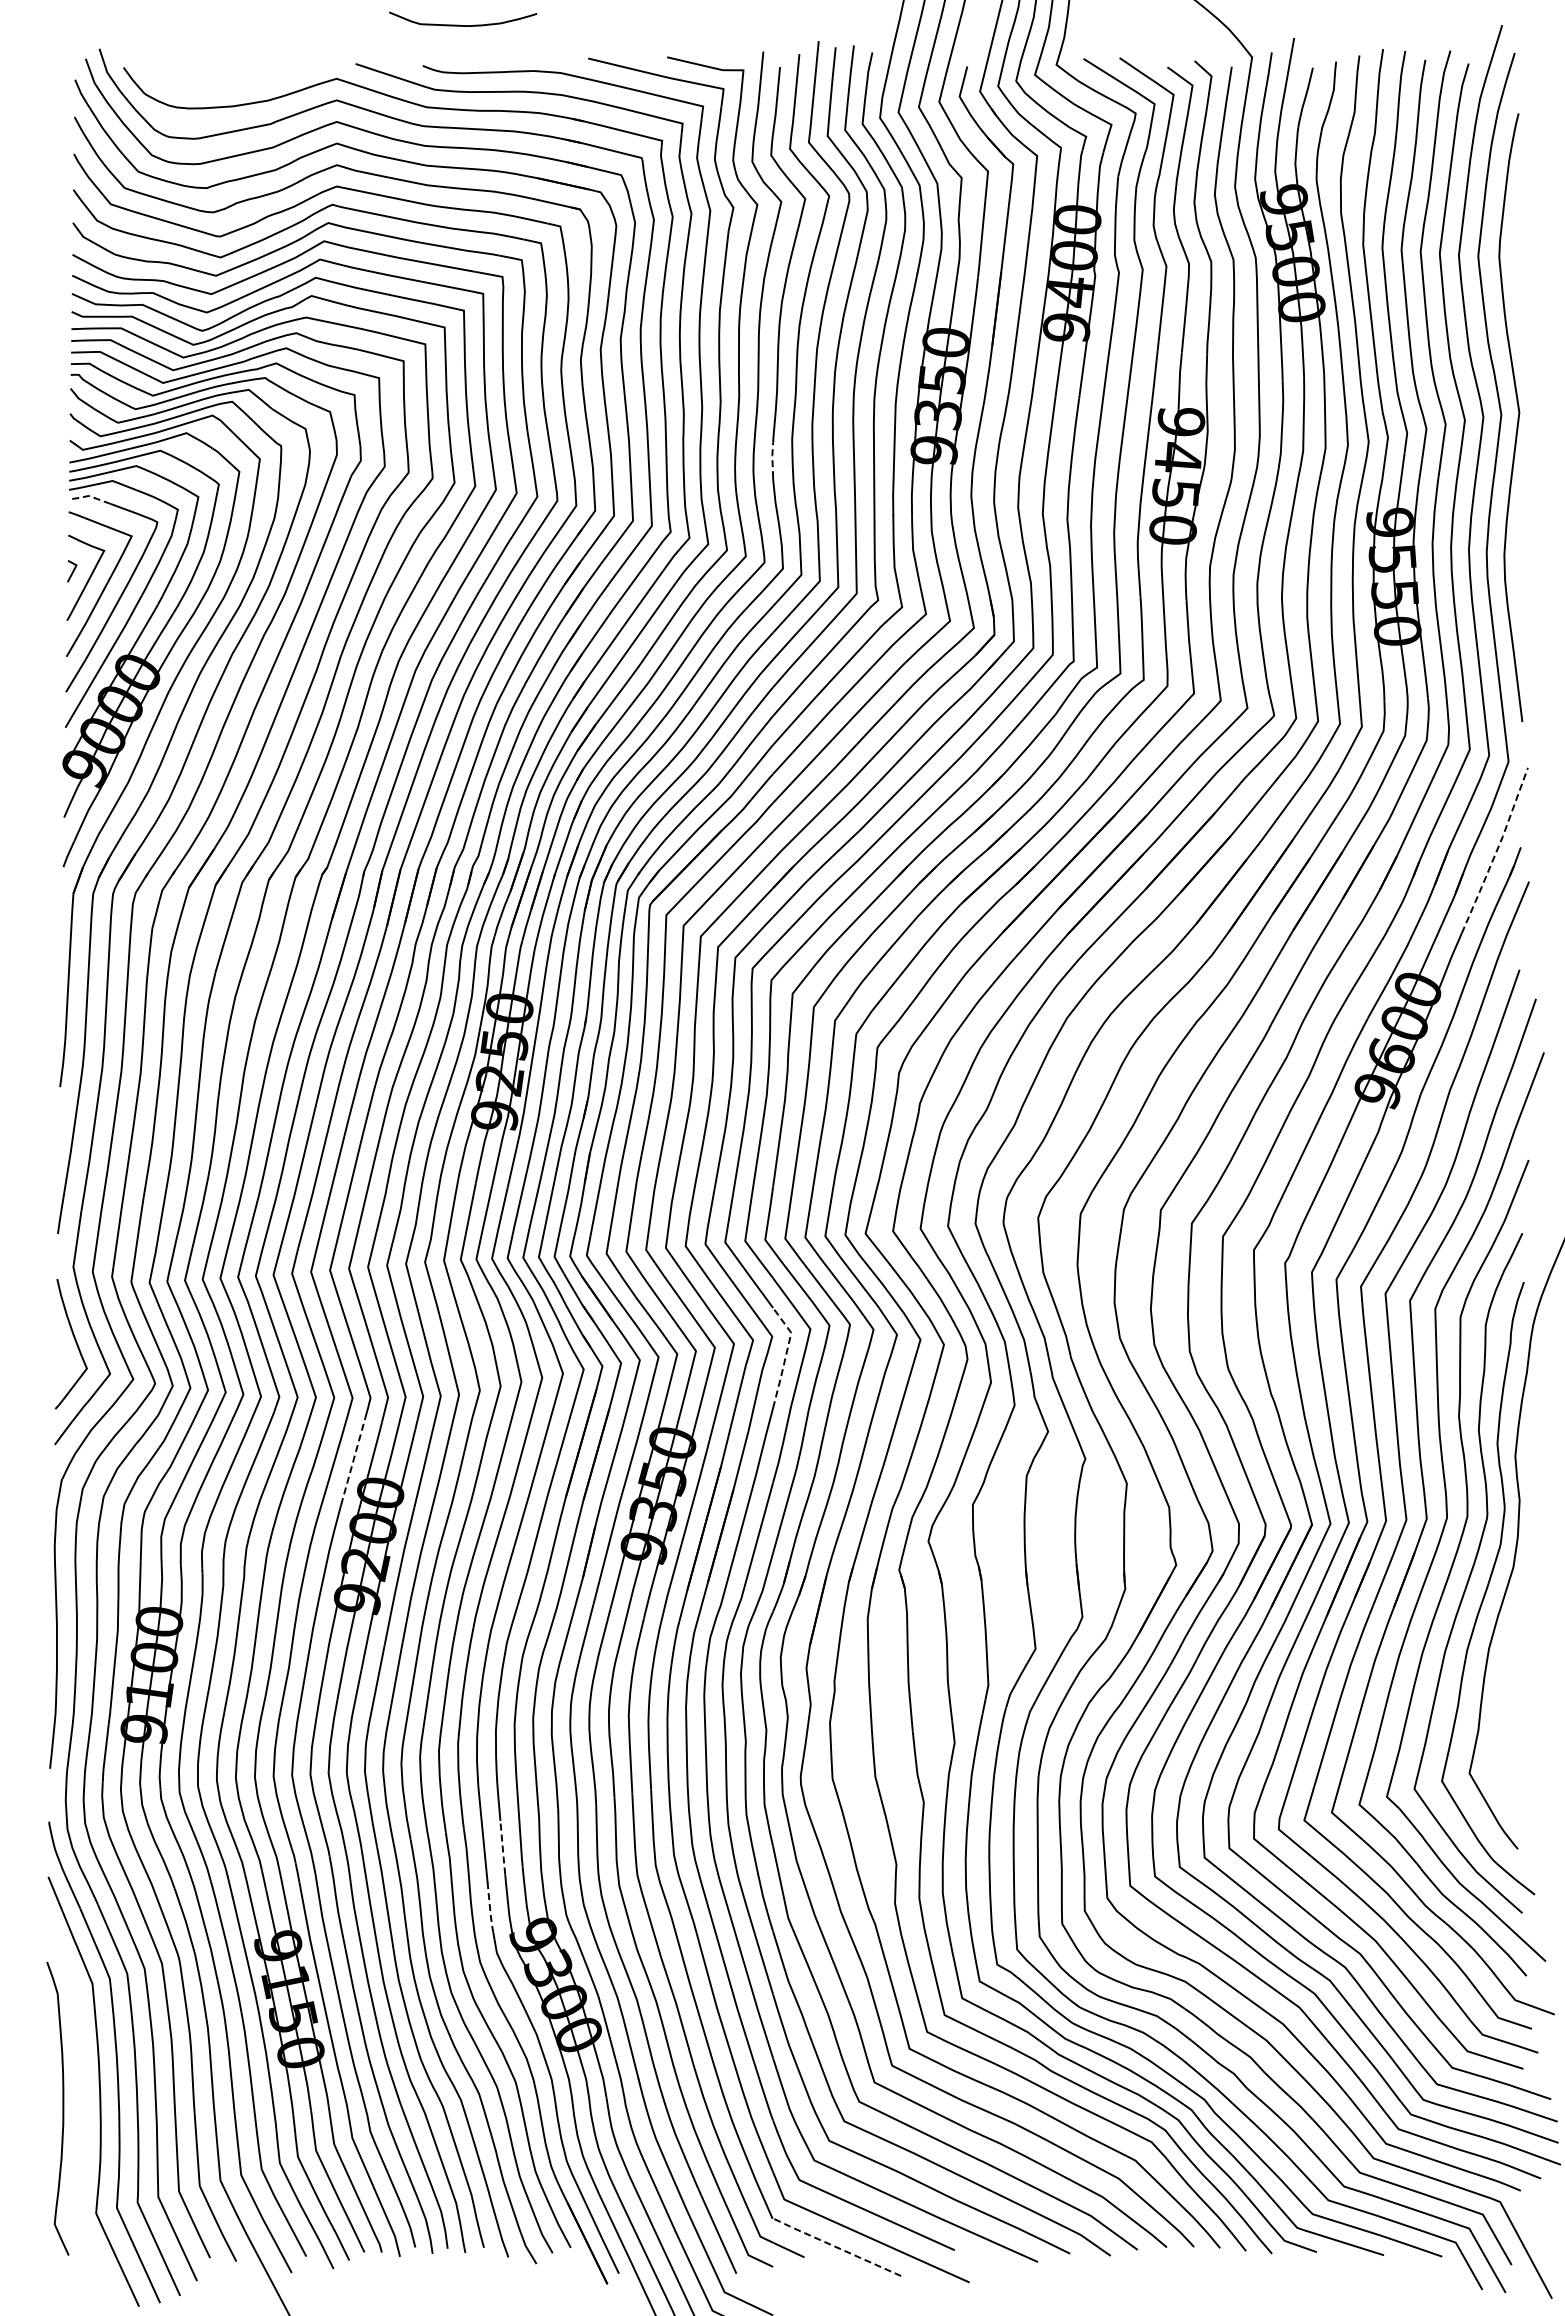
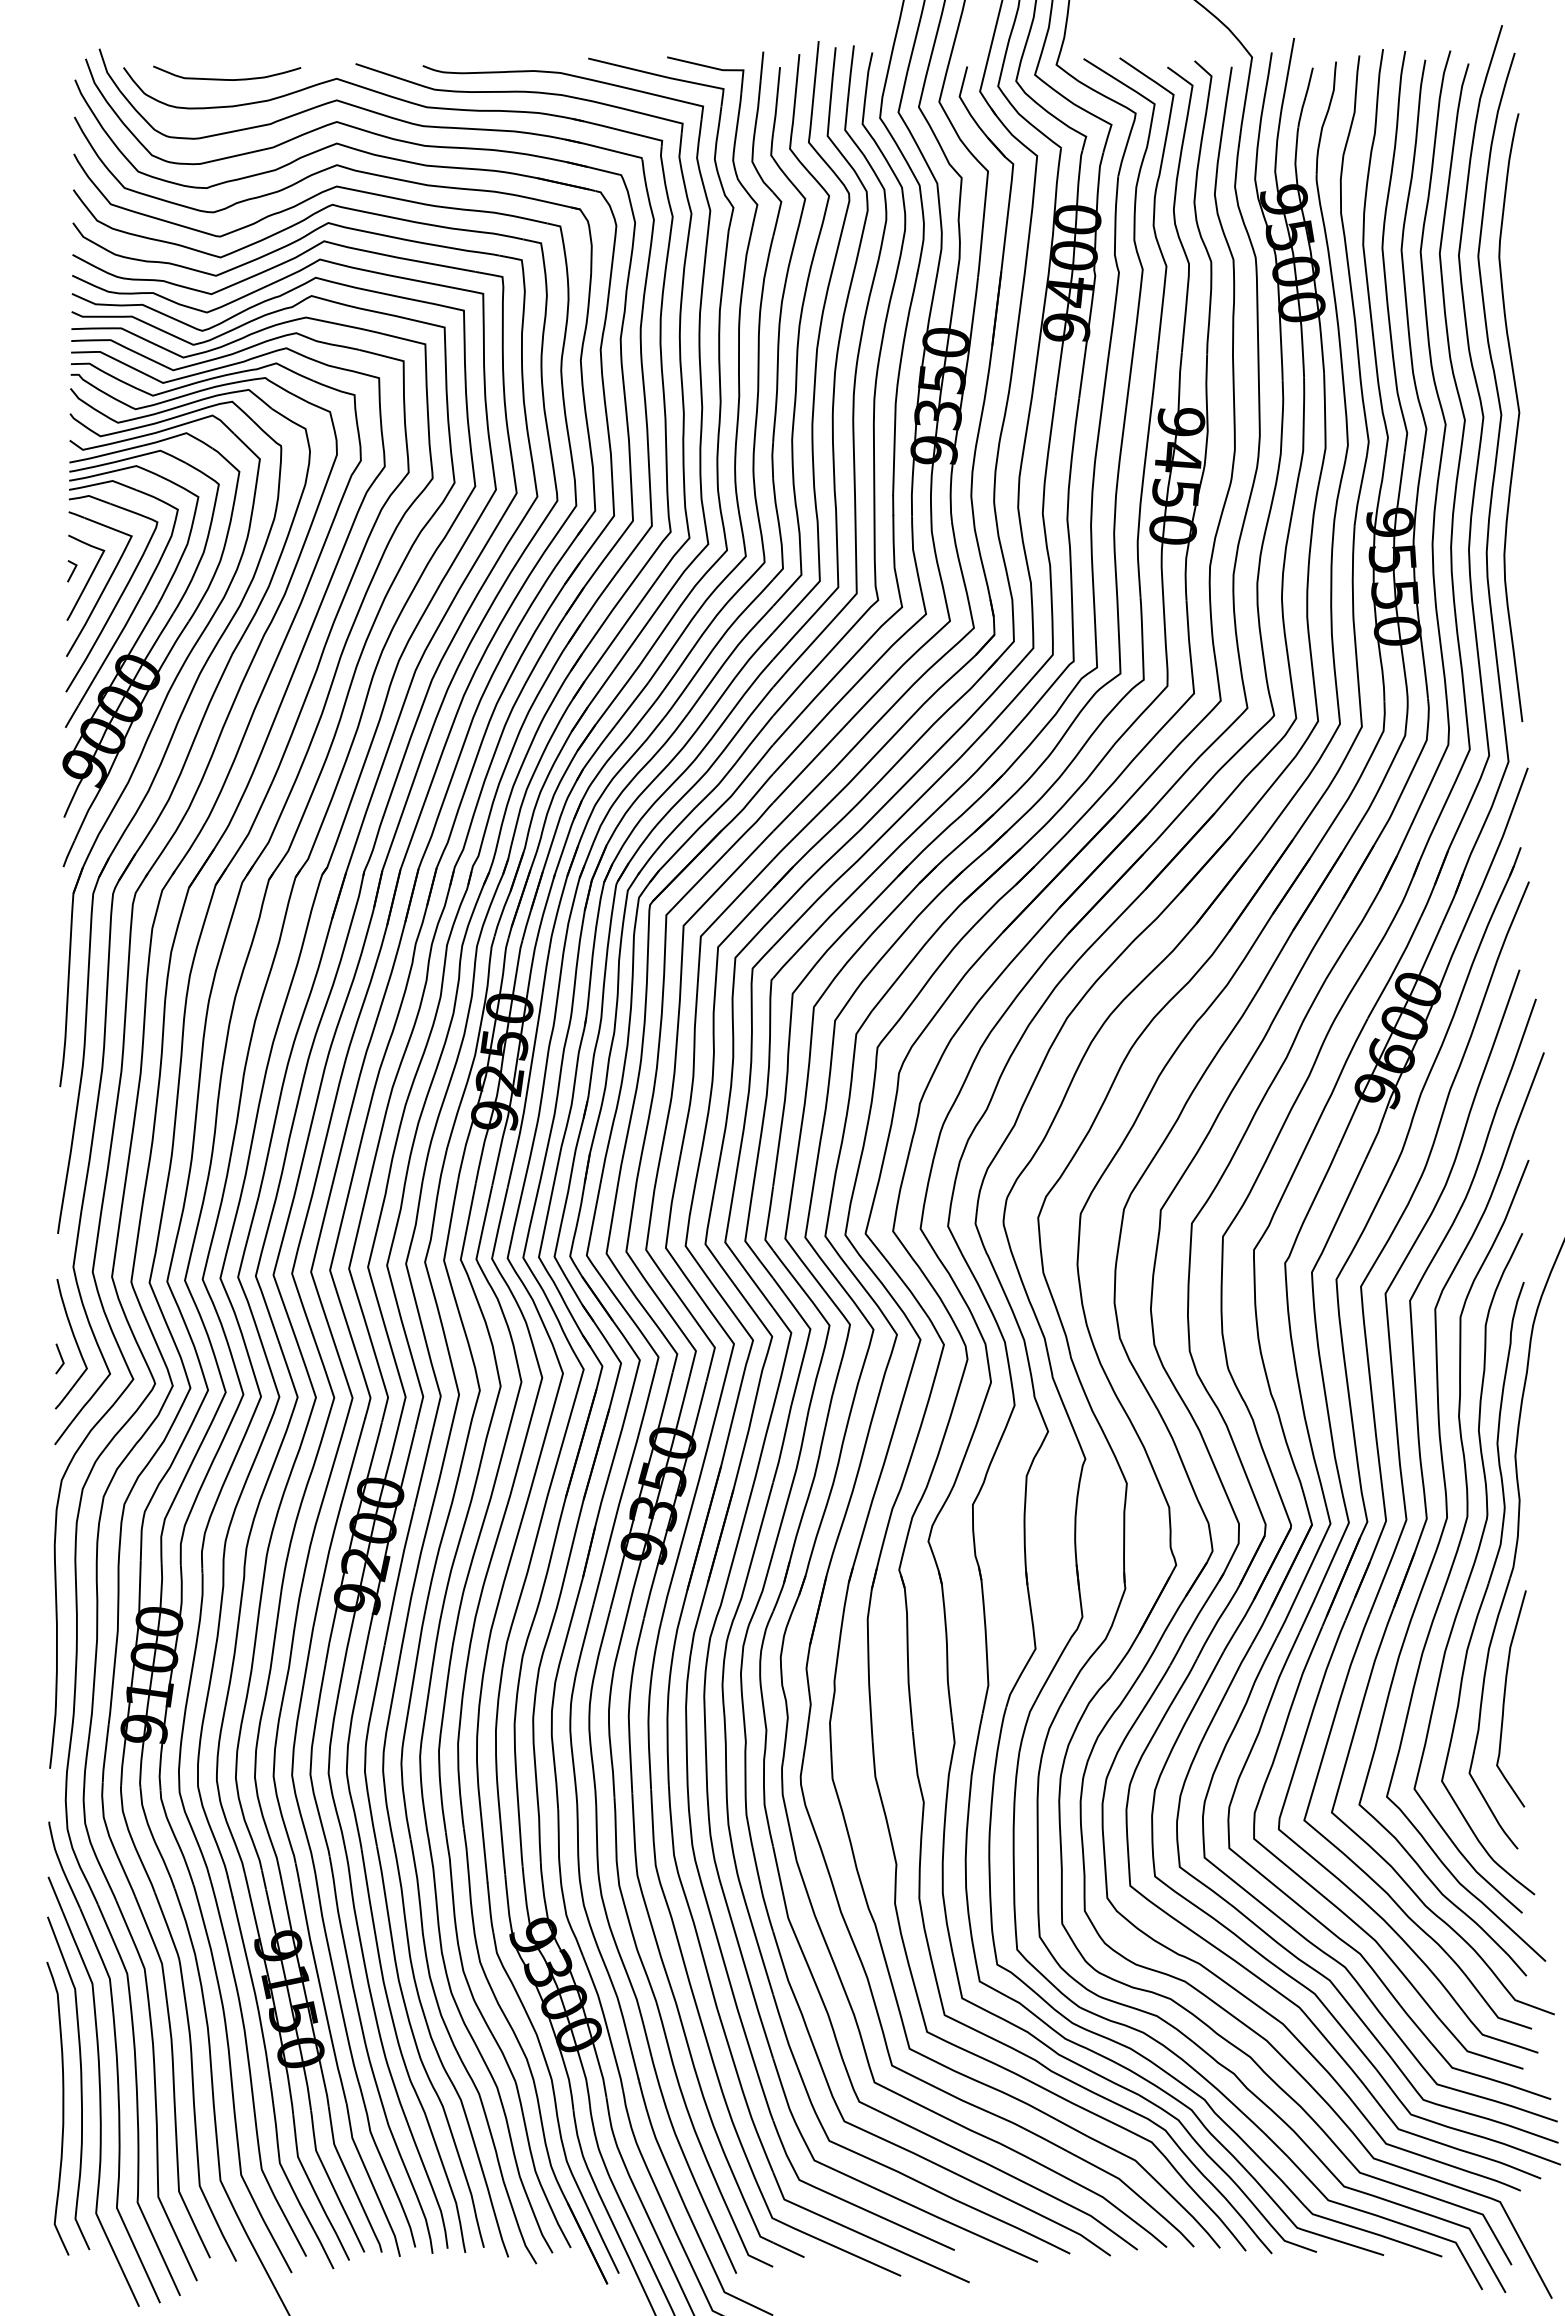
curve at (463, 25) position: (463, 25) -> (227, 79)
line at (772, 459): dashed -> solid
line at (88, 495): dashed -> solid
line at (1496, 851): dashed -> solid
line at (786, 1355): dashed -> solid
line at (60, 1357): none -> present
line at (353, 1461): dashed -> solid
curve at (1505, 1698): none -> present
line at (502, 1848): dashed -> solid
line at (490, 1908): dashed -> solid
curve at (80, 2083): none -> present
line at (835, 2246): dashed -> solid
